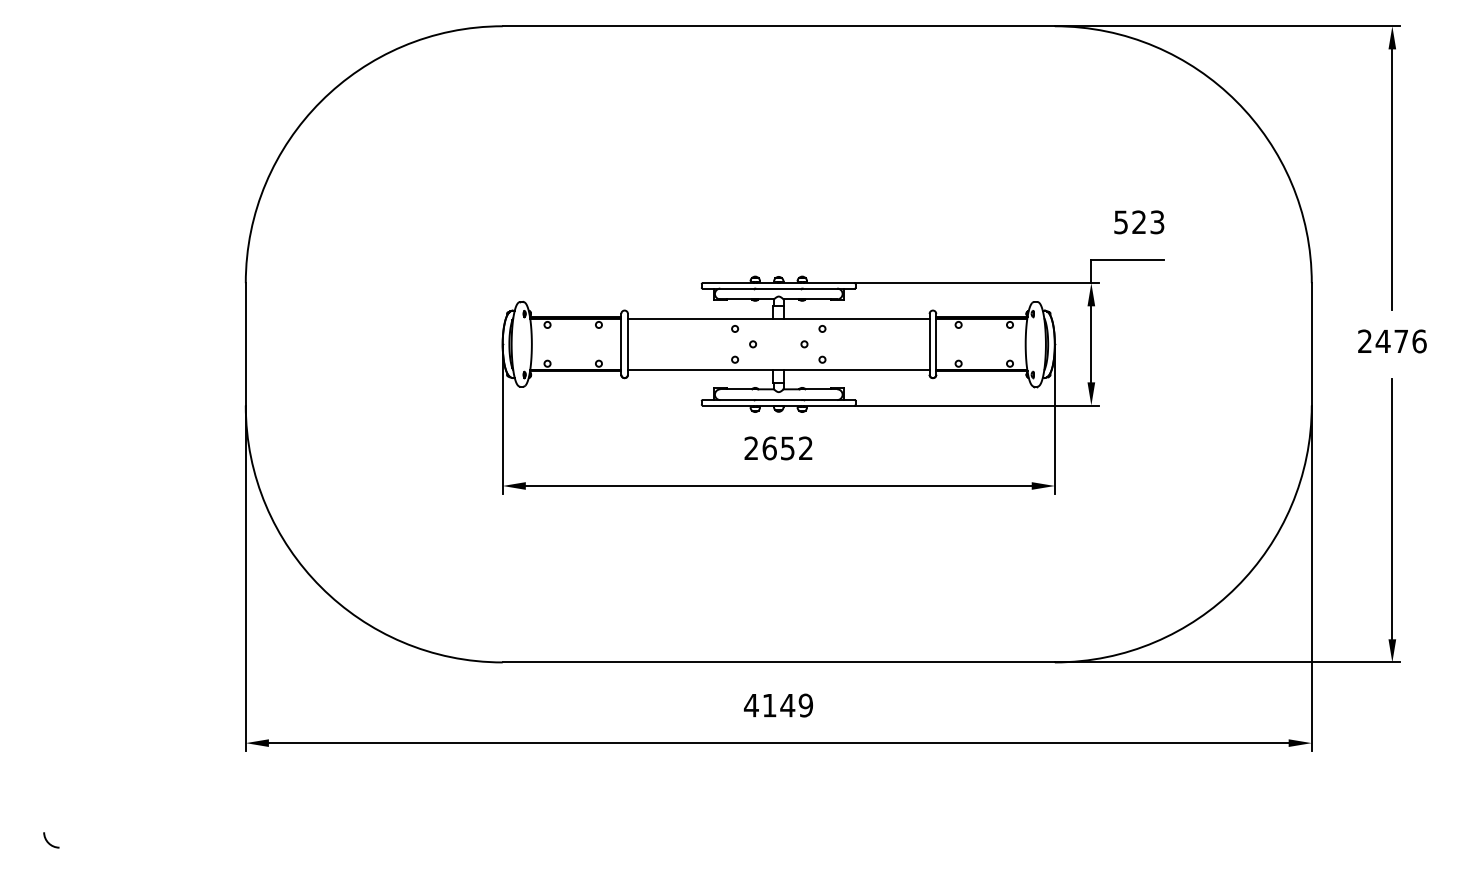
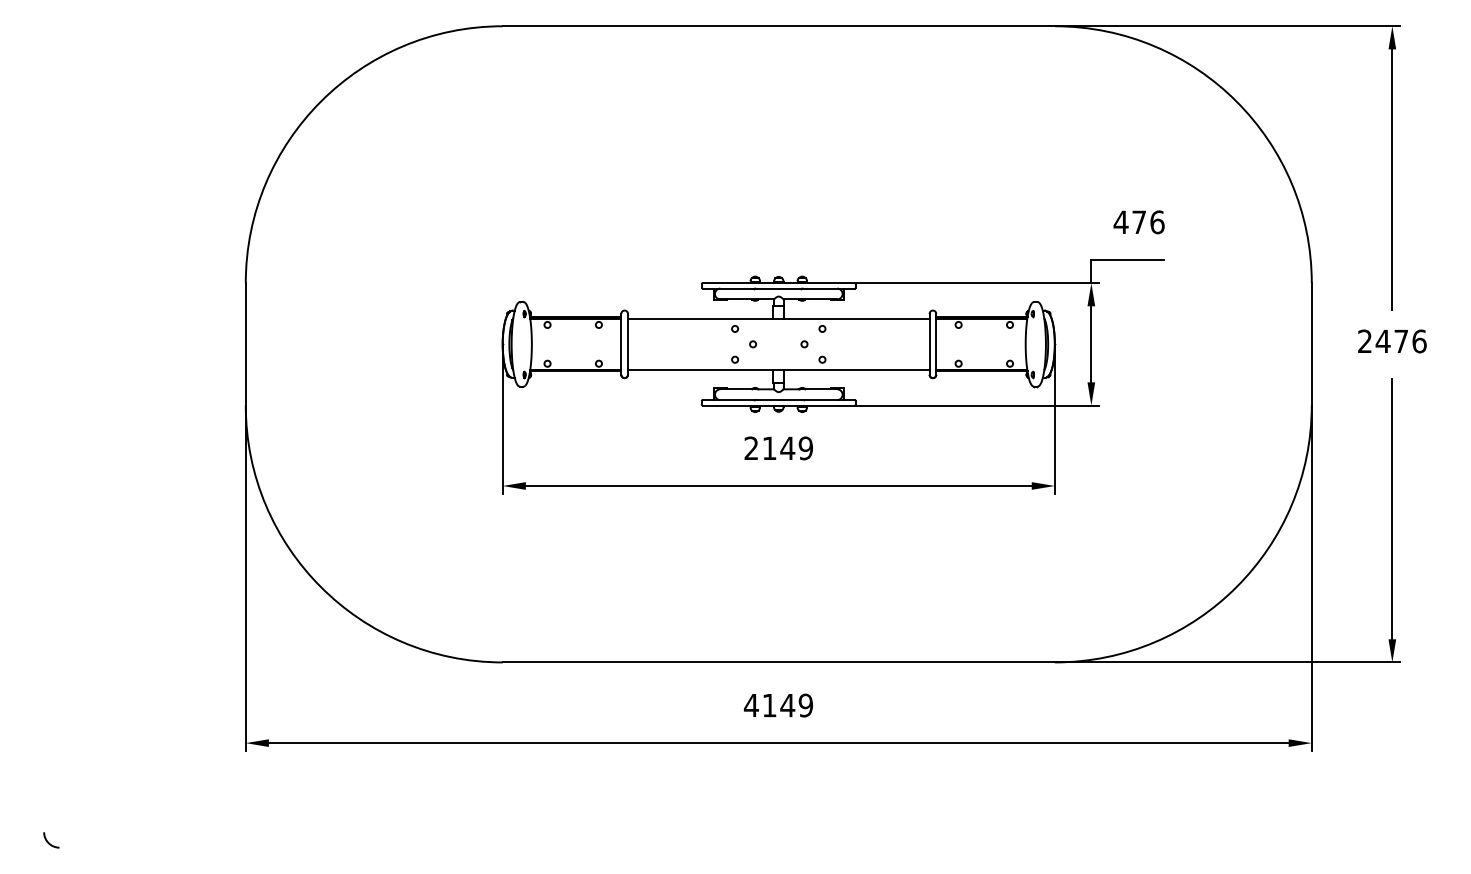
text at (1138, 222): 523 -> 476
text at (787, 448): 2652 -> 2149
